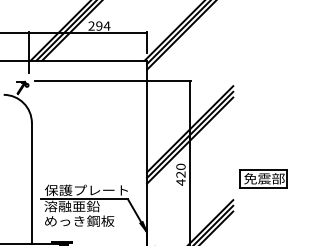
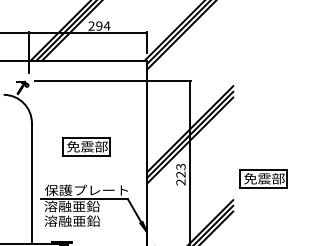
part at (86, 146): none -> present
text at (180, 174): 420 -> 223
text at (79, 220): めっき鋼板 -> 溶融亜鉛
